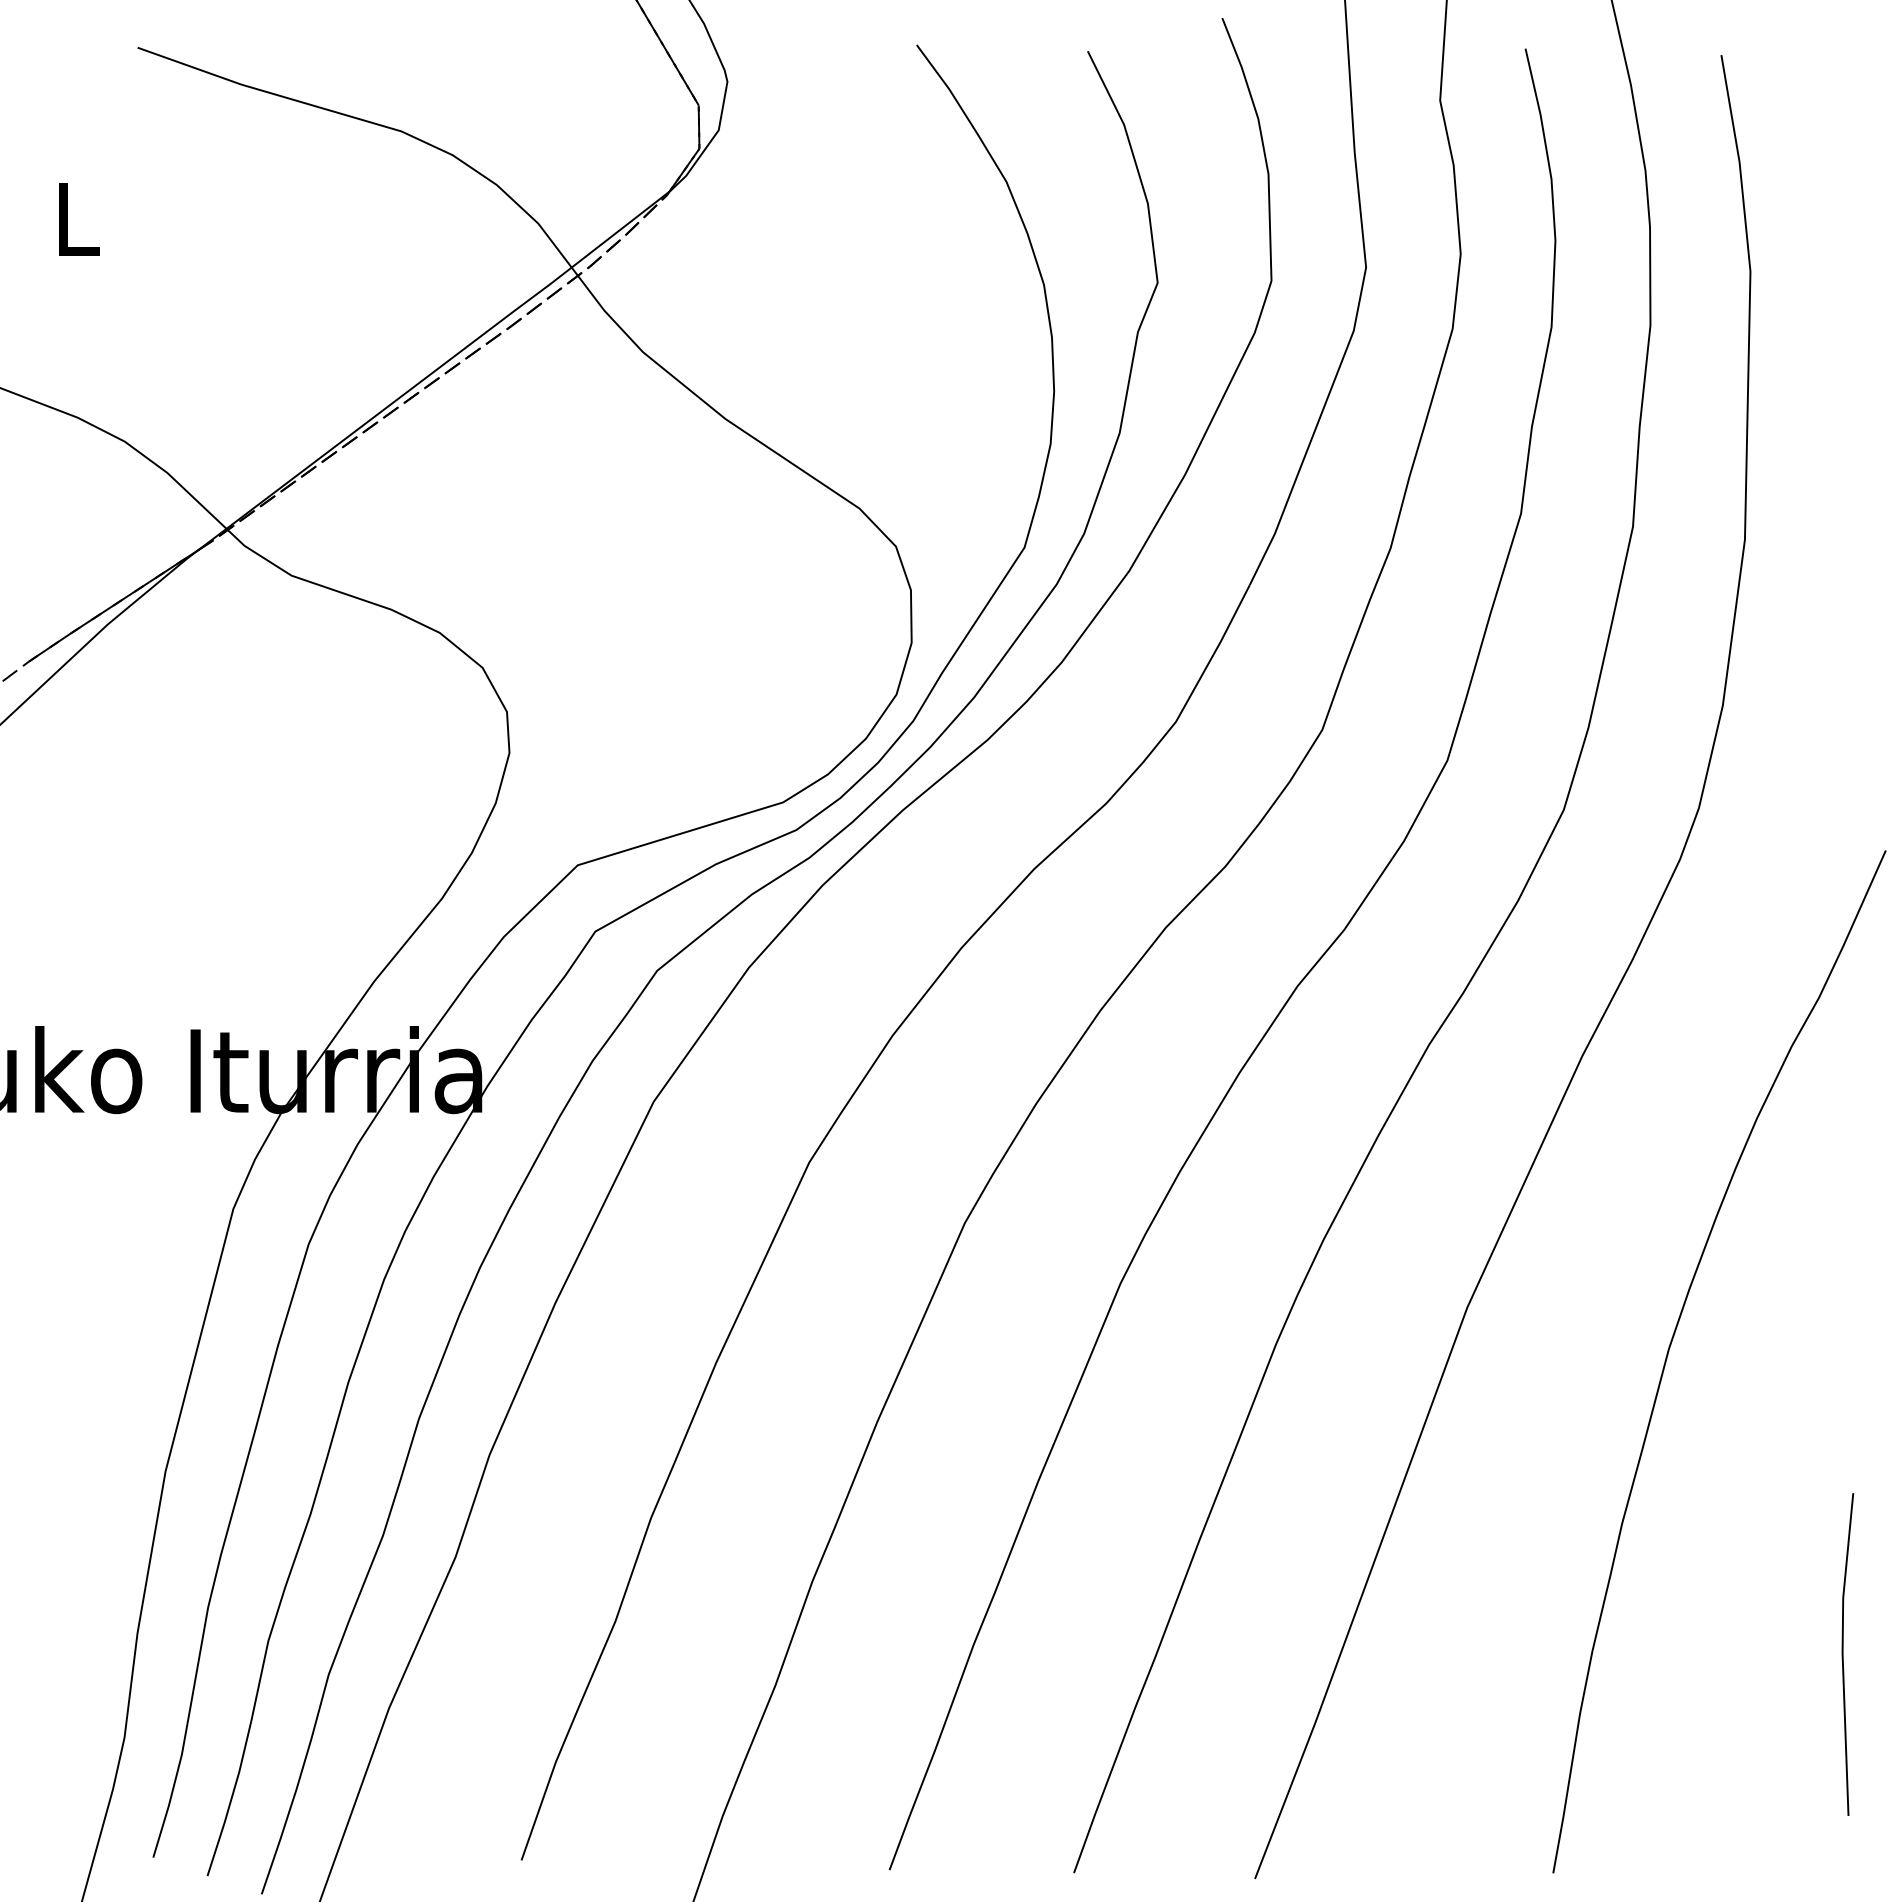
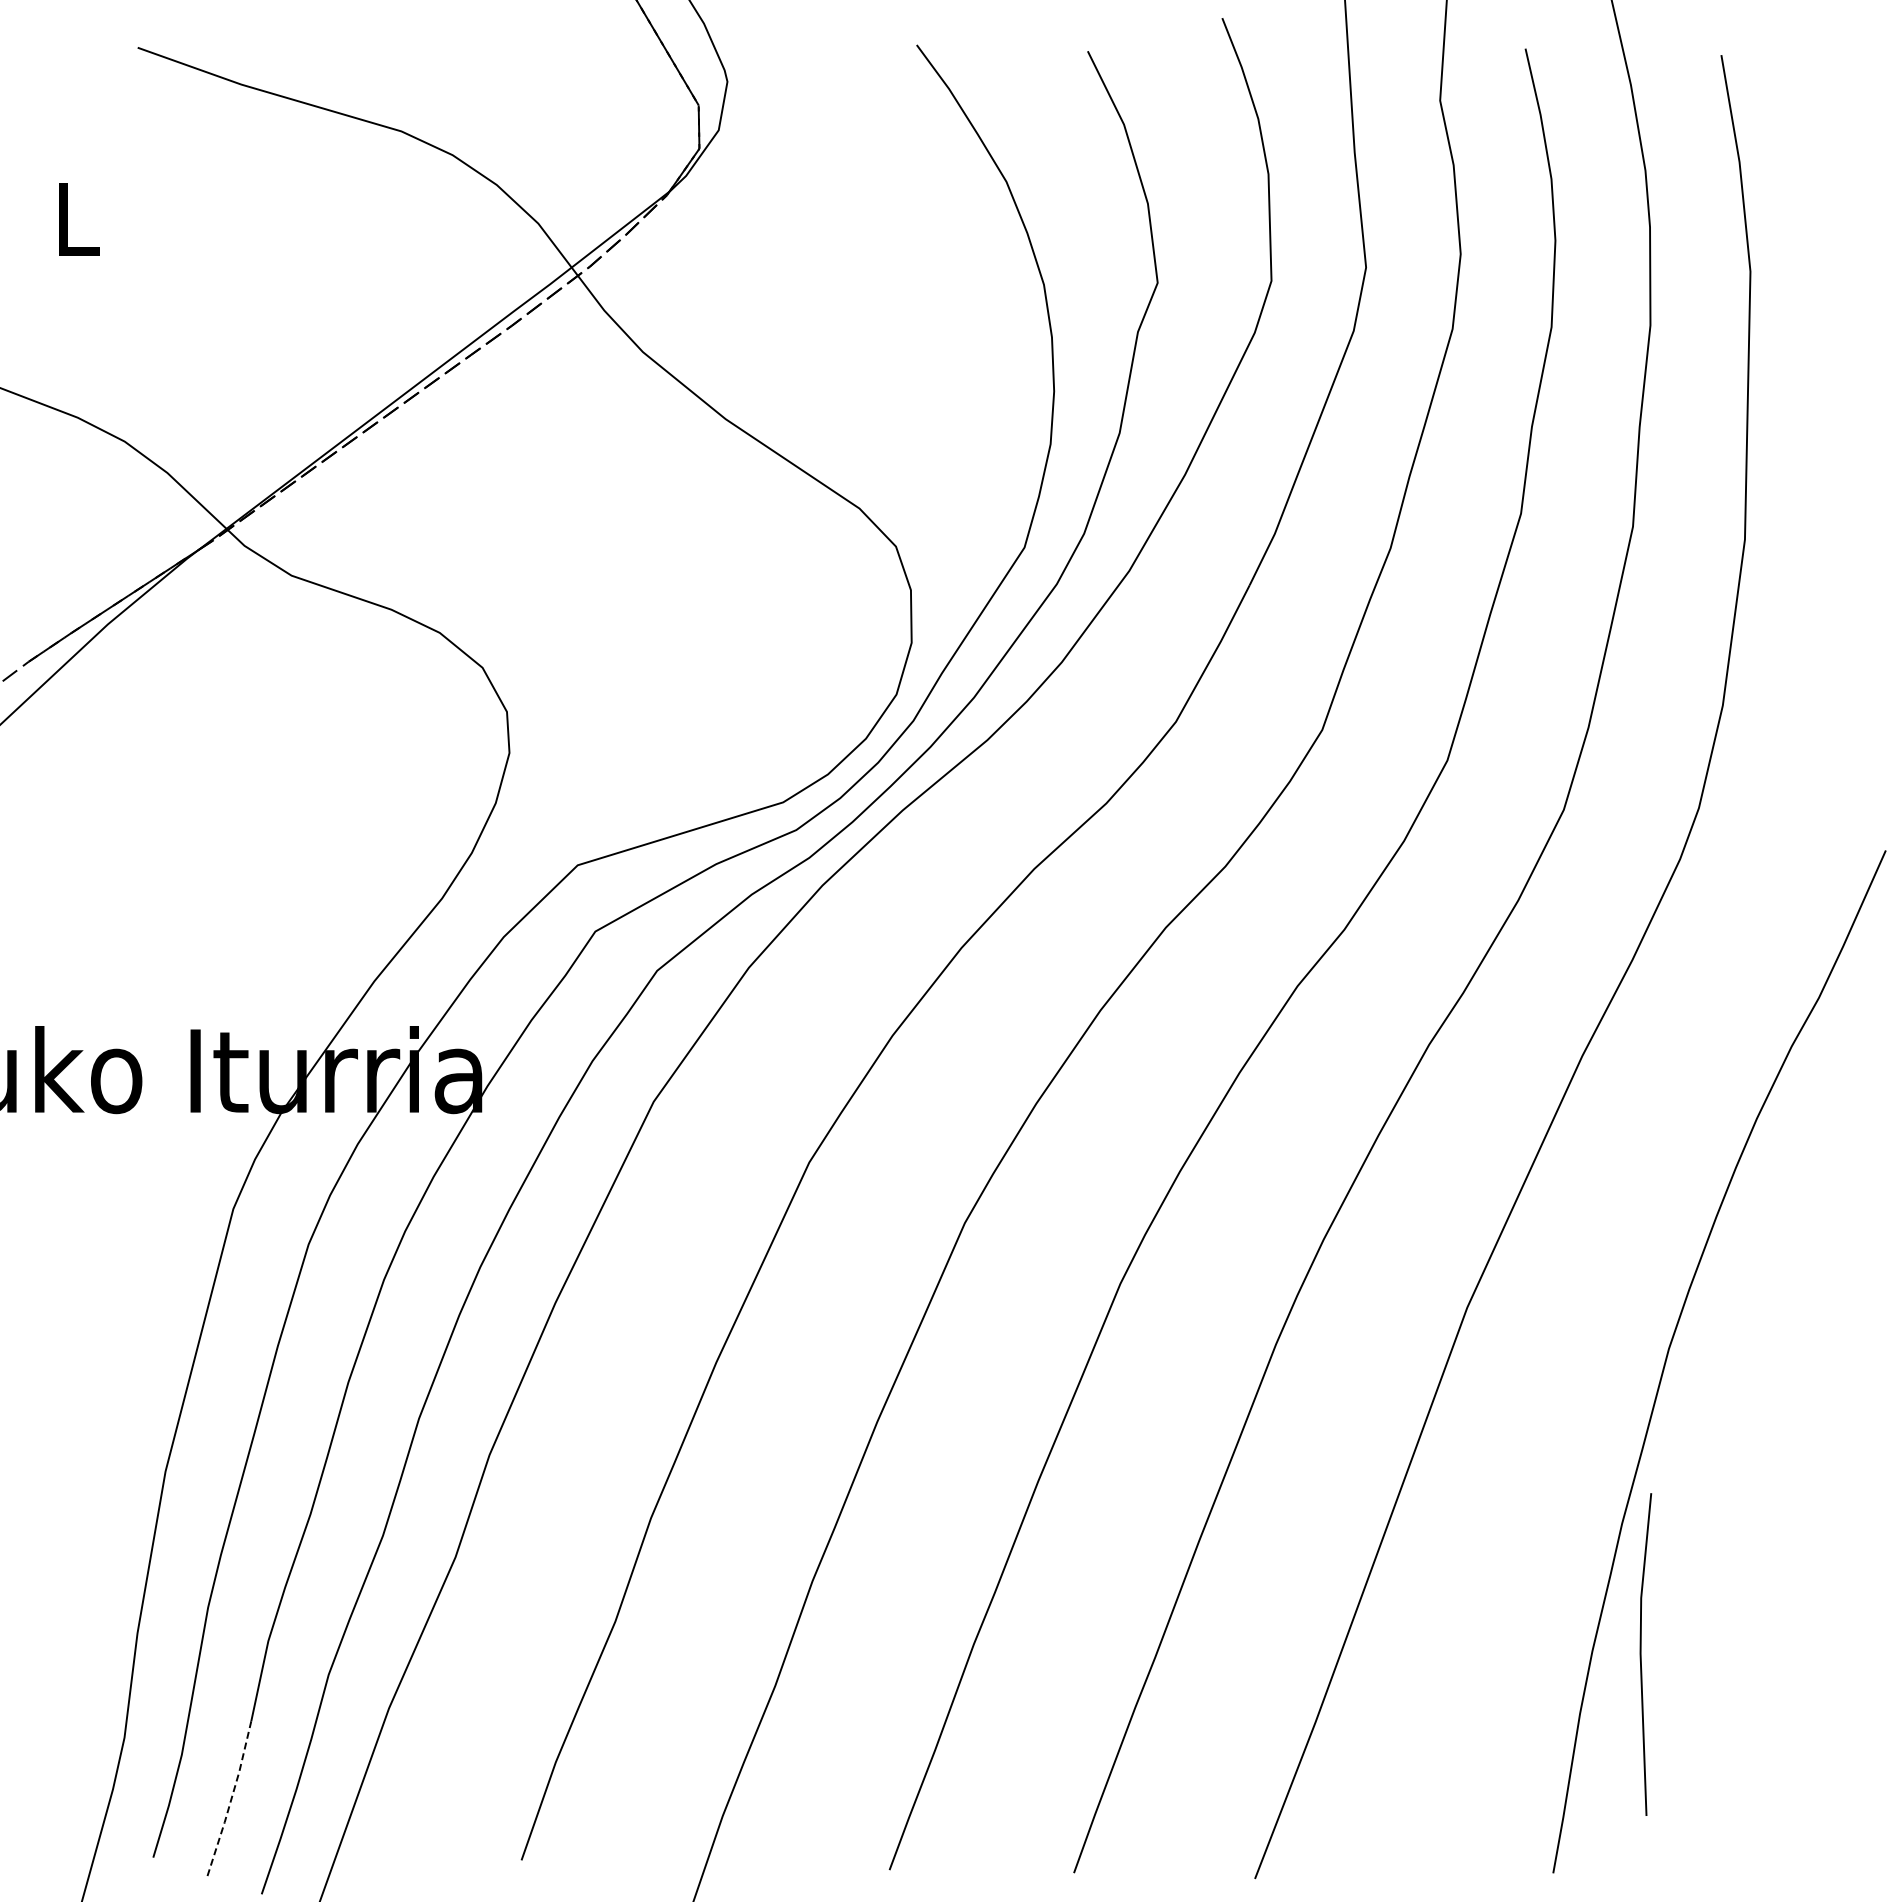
line at (1843, 1654) position: (1843, 1654) -> (1641, 1654)
line at (231, 1798): solid -> dashed
